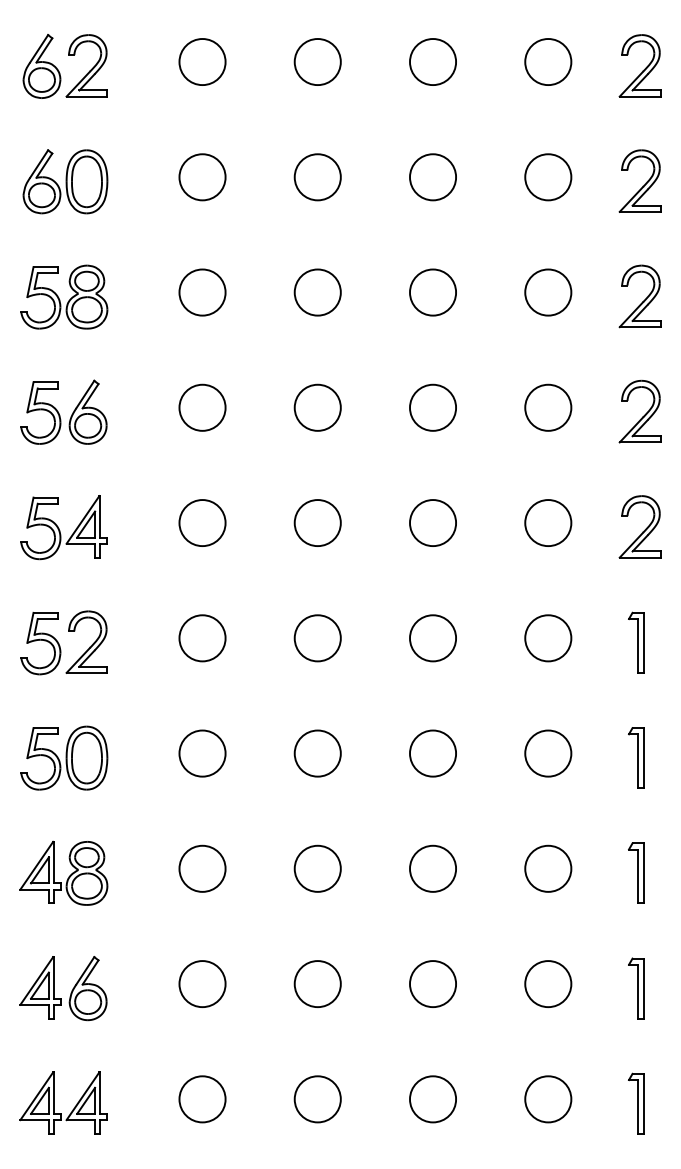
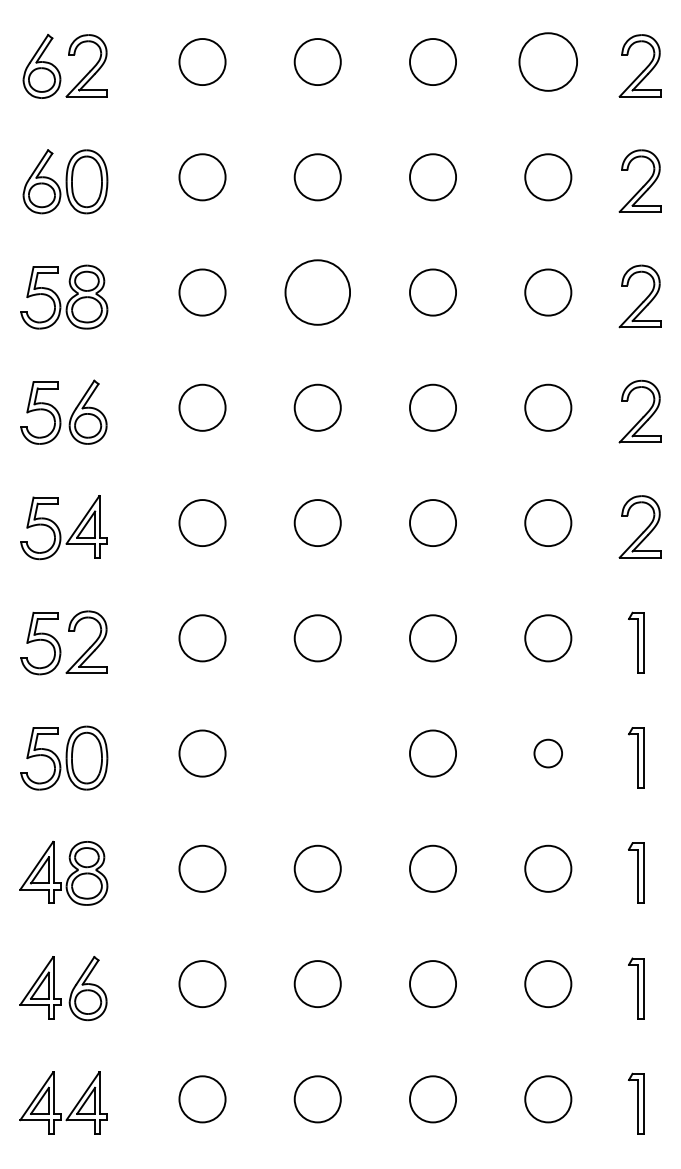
circle at (548, 62) diameter: 46 px -> 58 px
circle at (317, 292) diameter: 46 px -> 65 px
circle at (317, 753): present -> none
circle at (548, 753) diameter: 46 px -> 28 px
